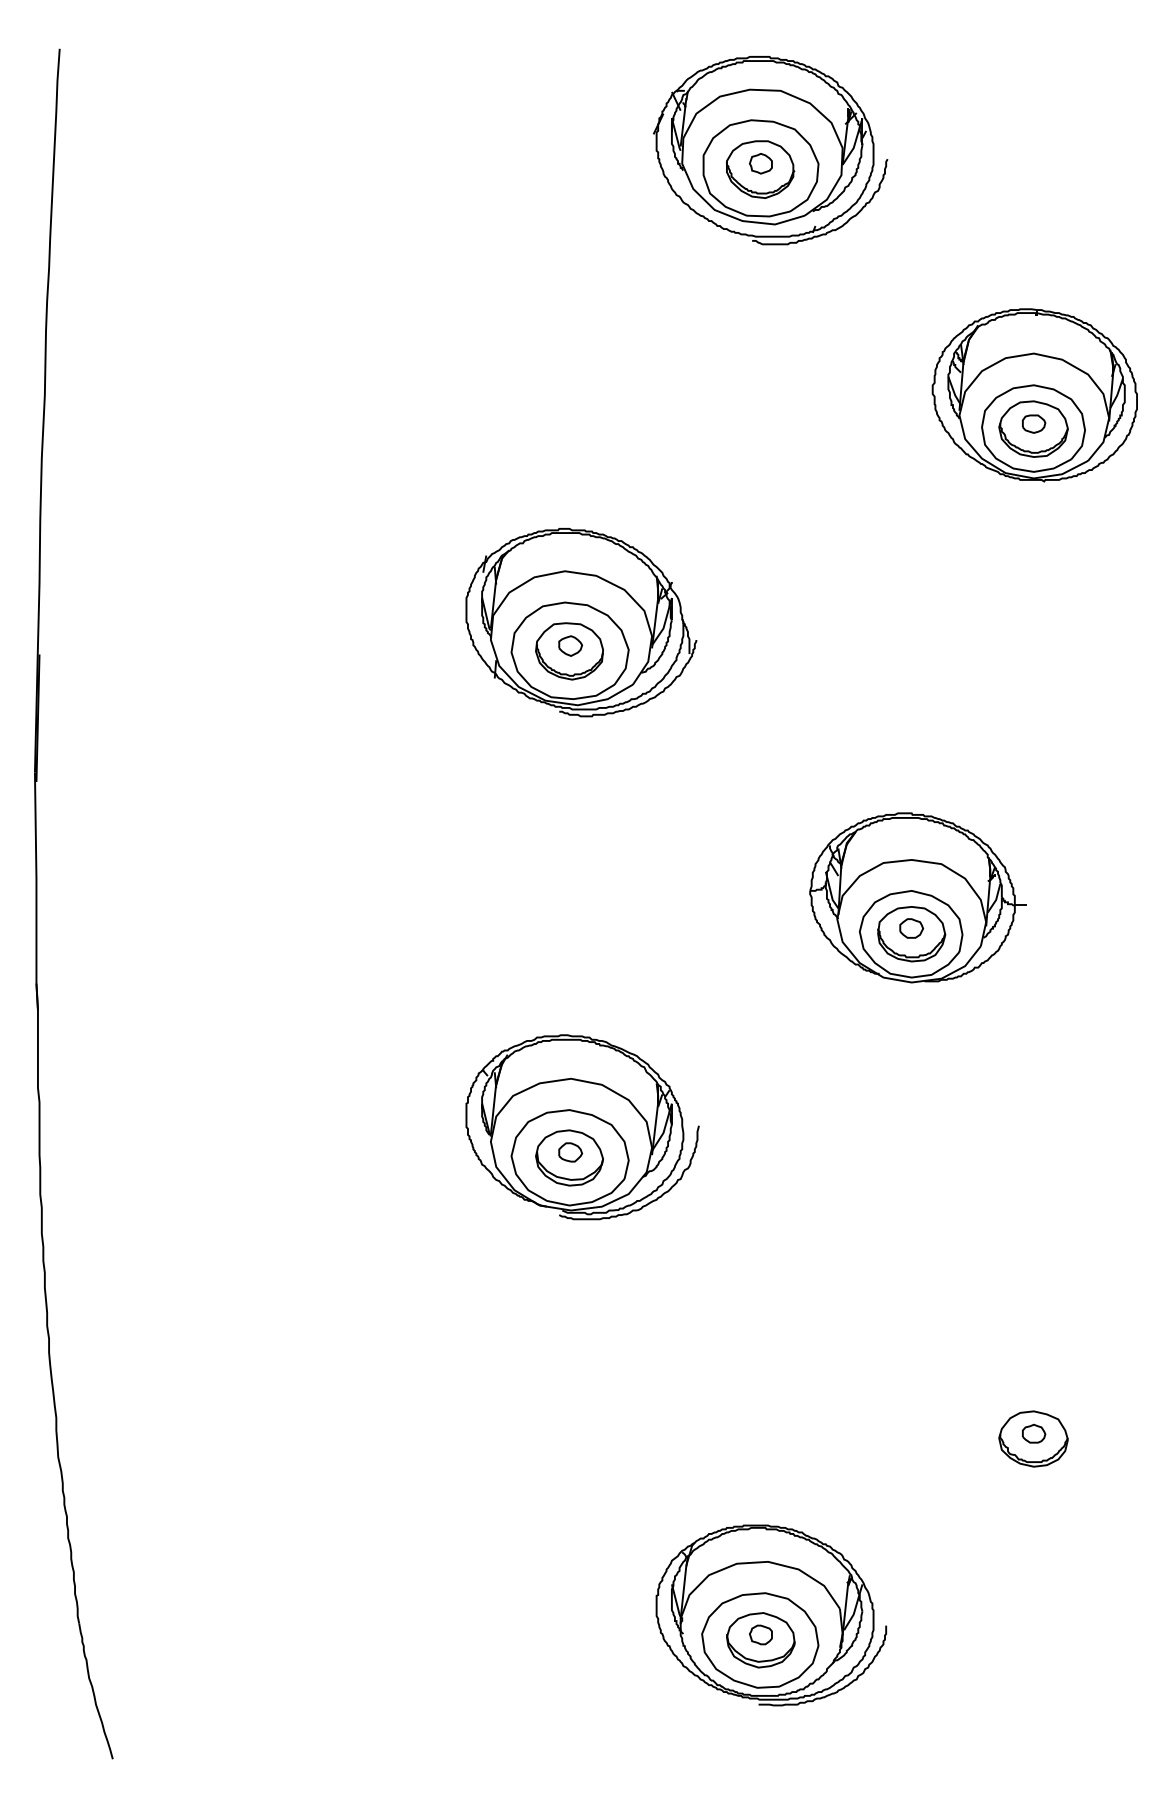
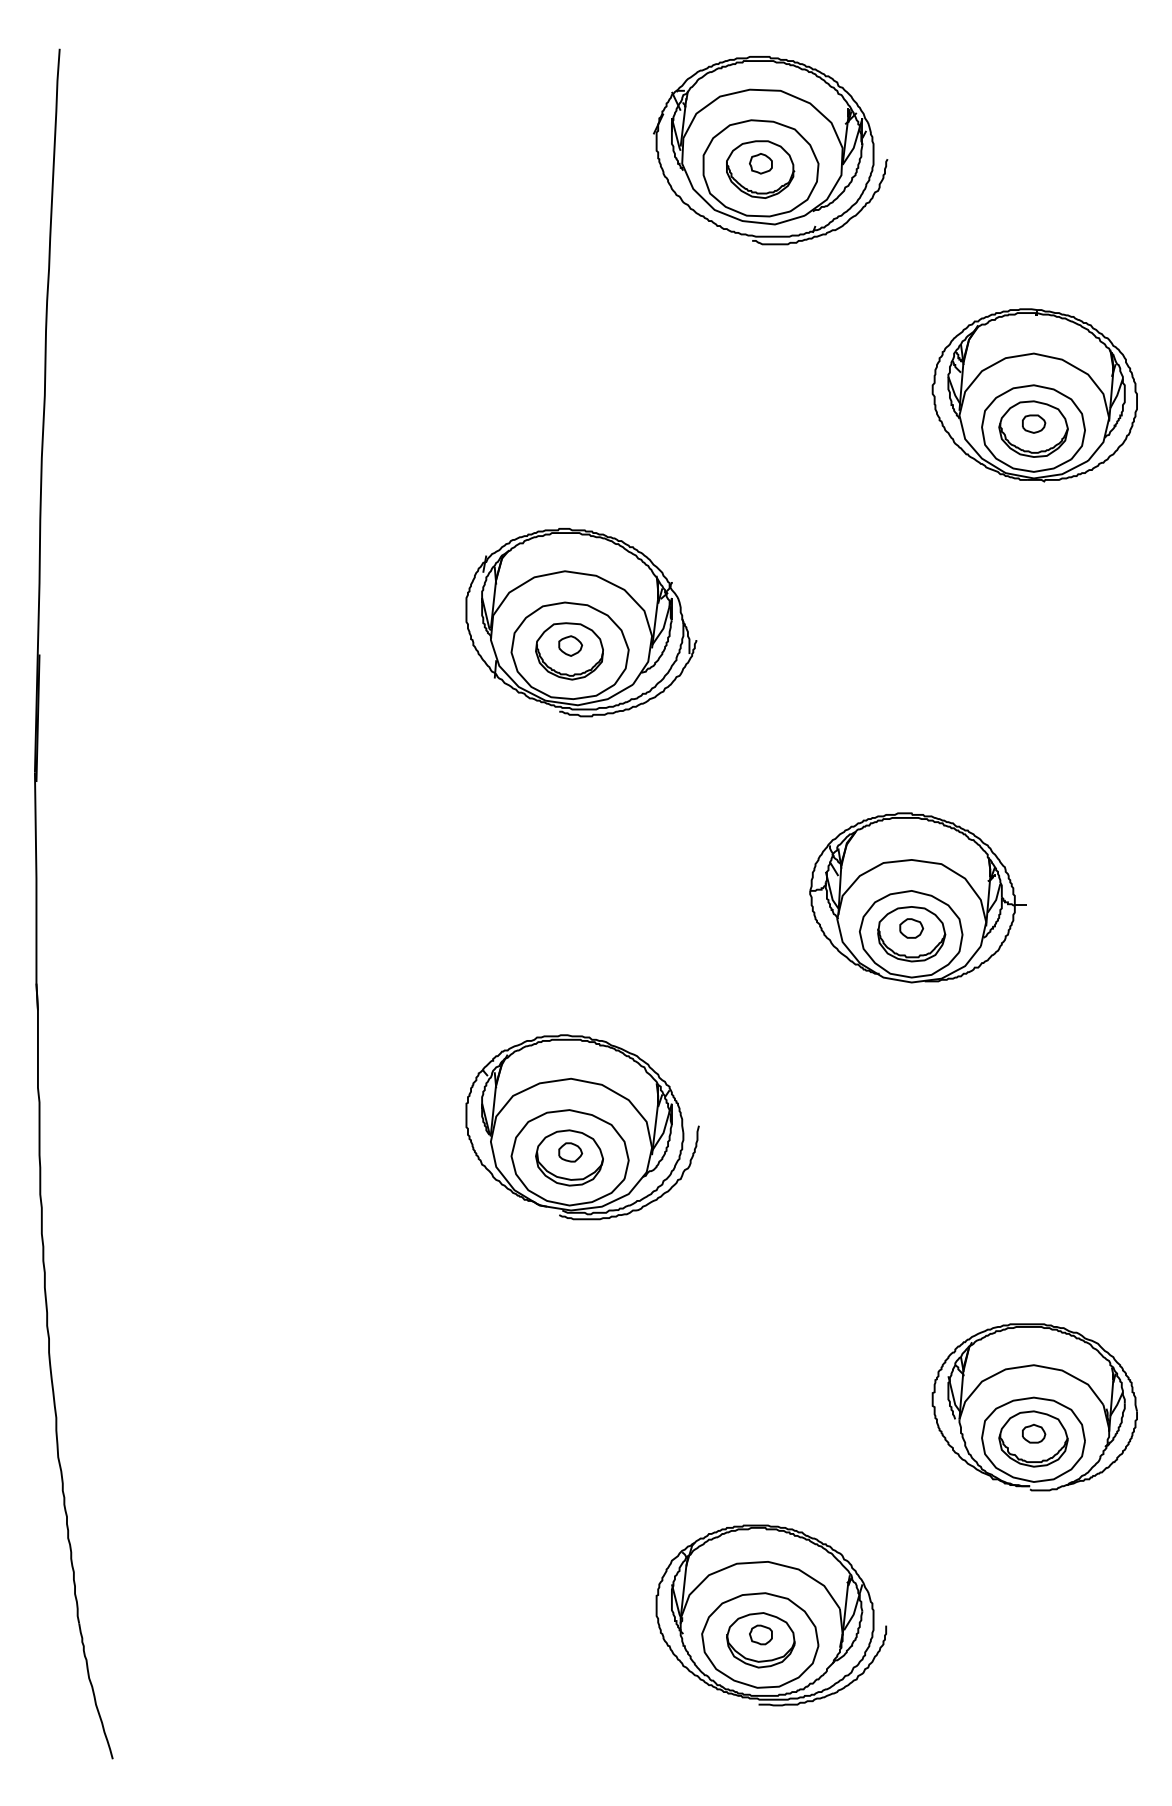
part at (1034, 1407): none -> present
